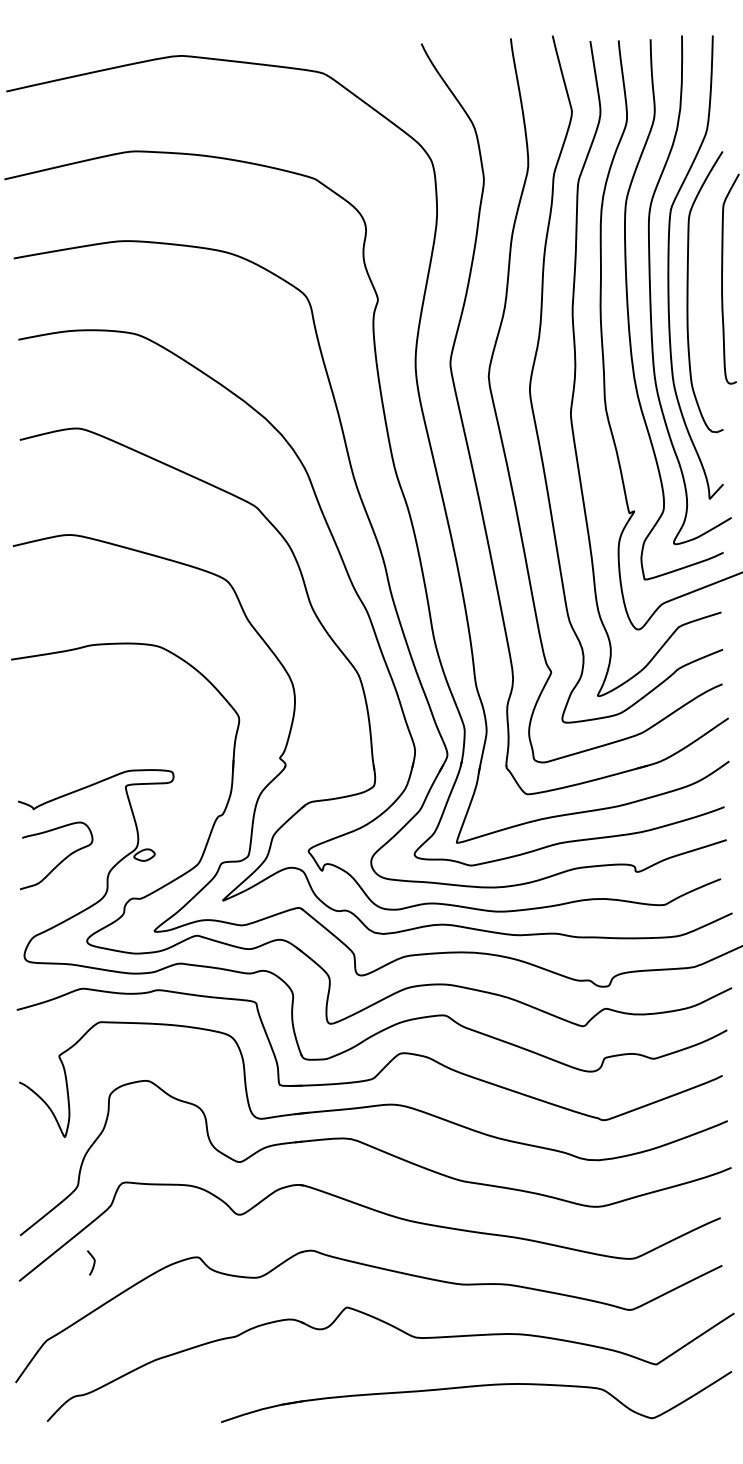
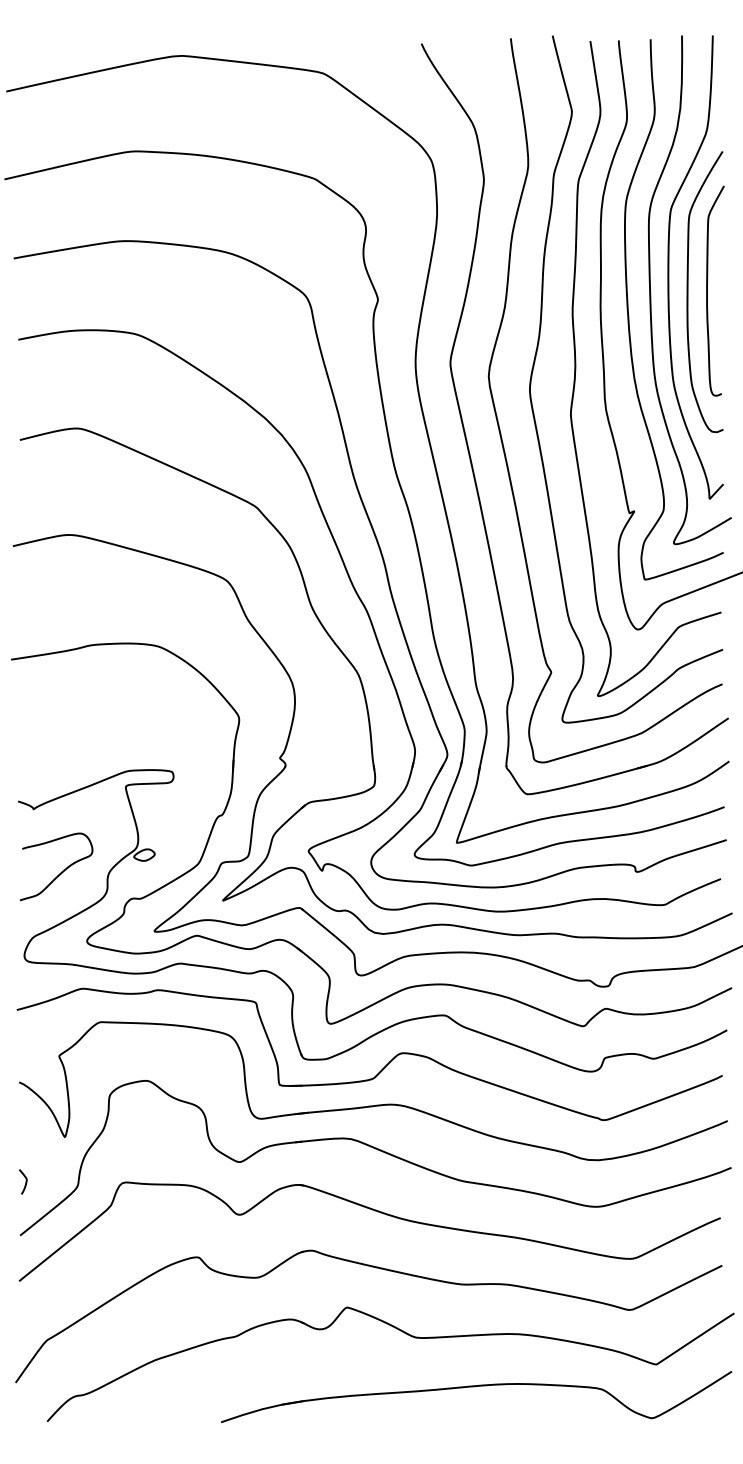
curve at (722, 278) position: (722, 278) -> (707, 290)
curve at (61, 860) position: (61, 860) -> (61, 871)
curve at (93, 1262) position: (93, 1262) -> (25, 1181)
